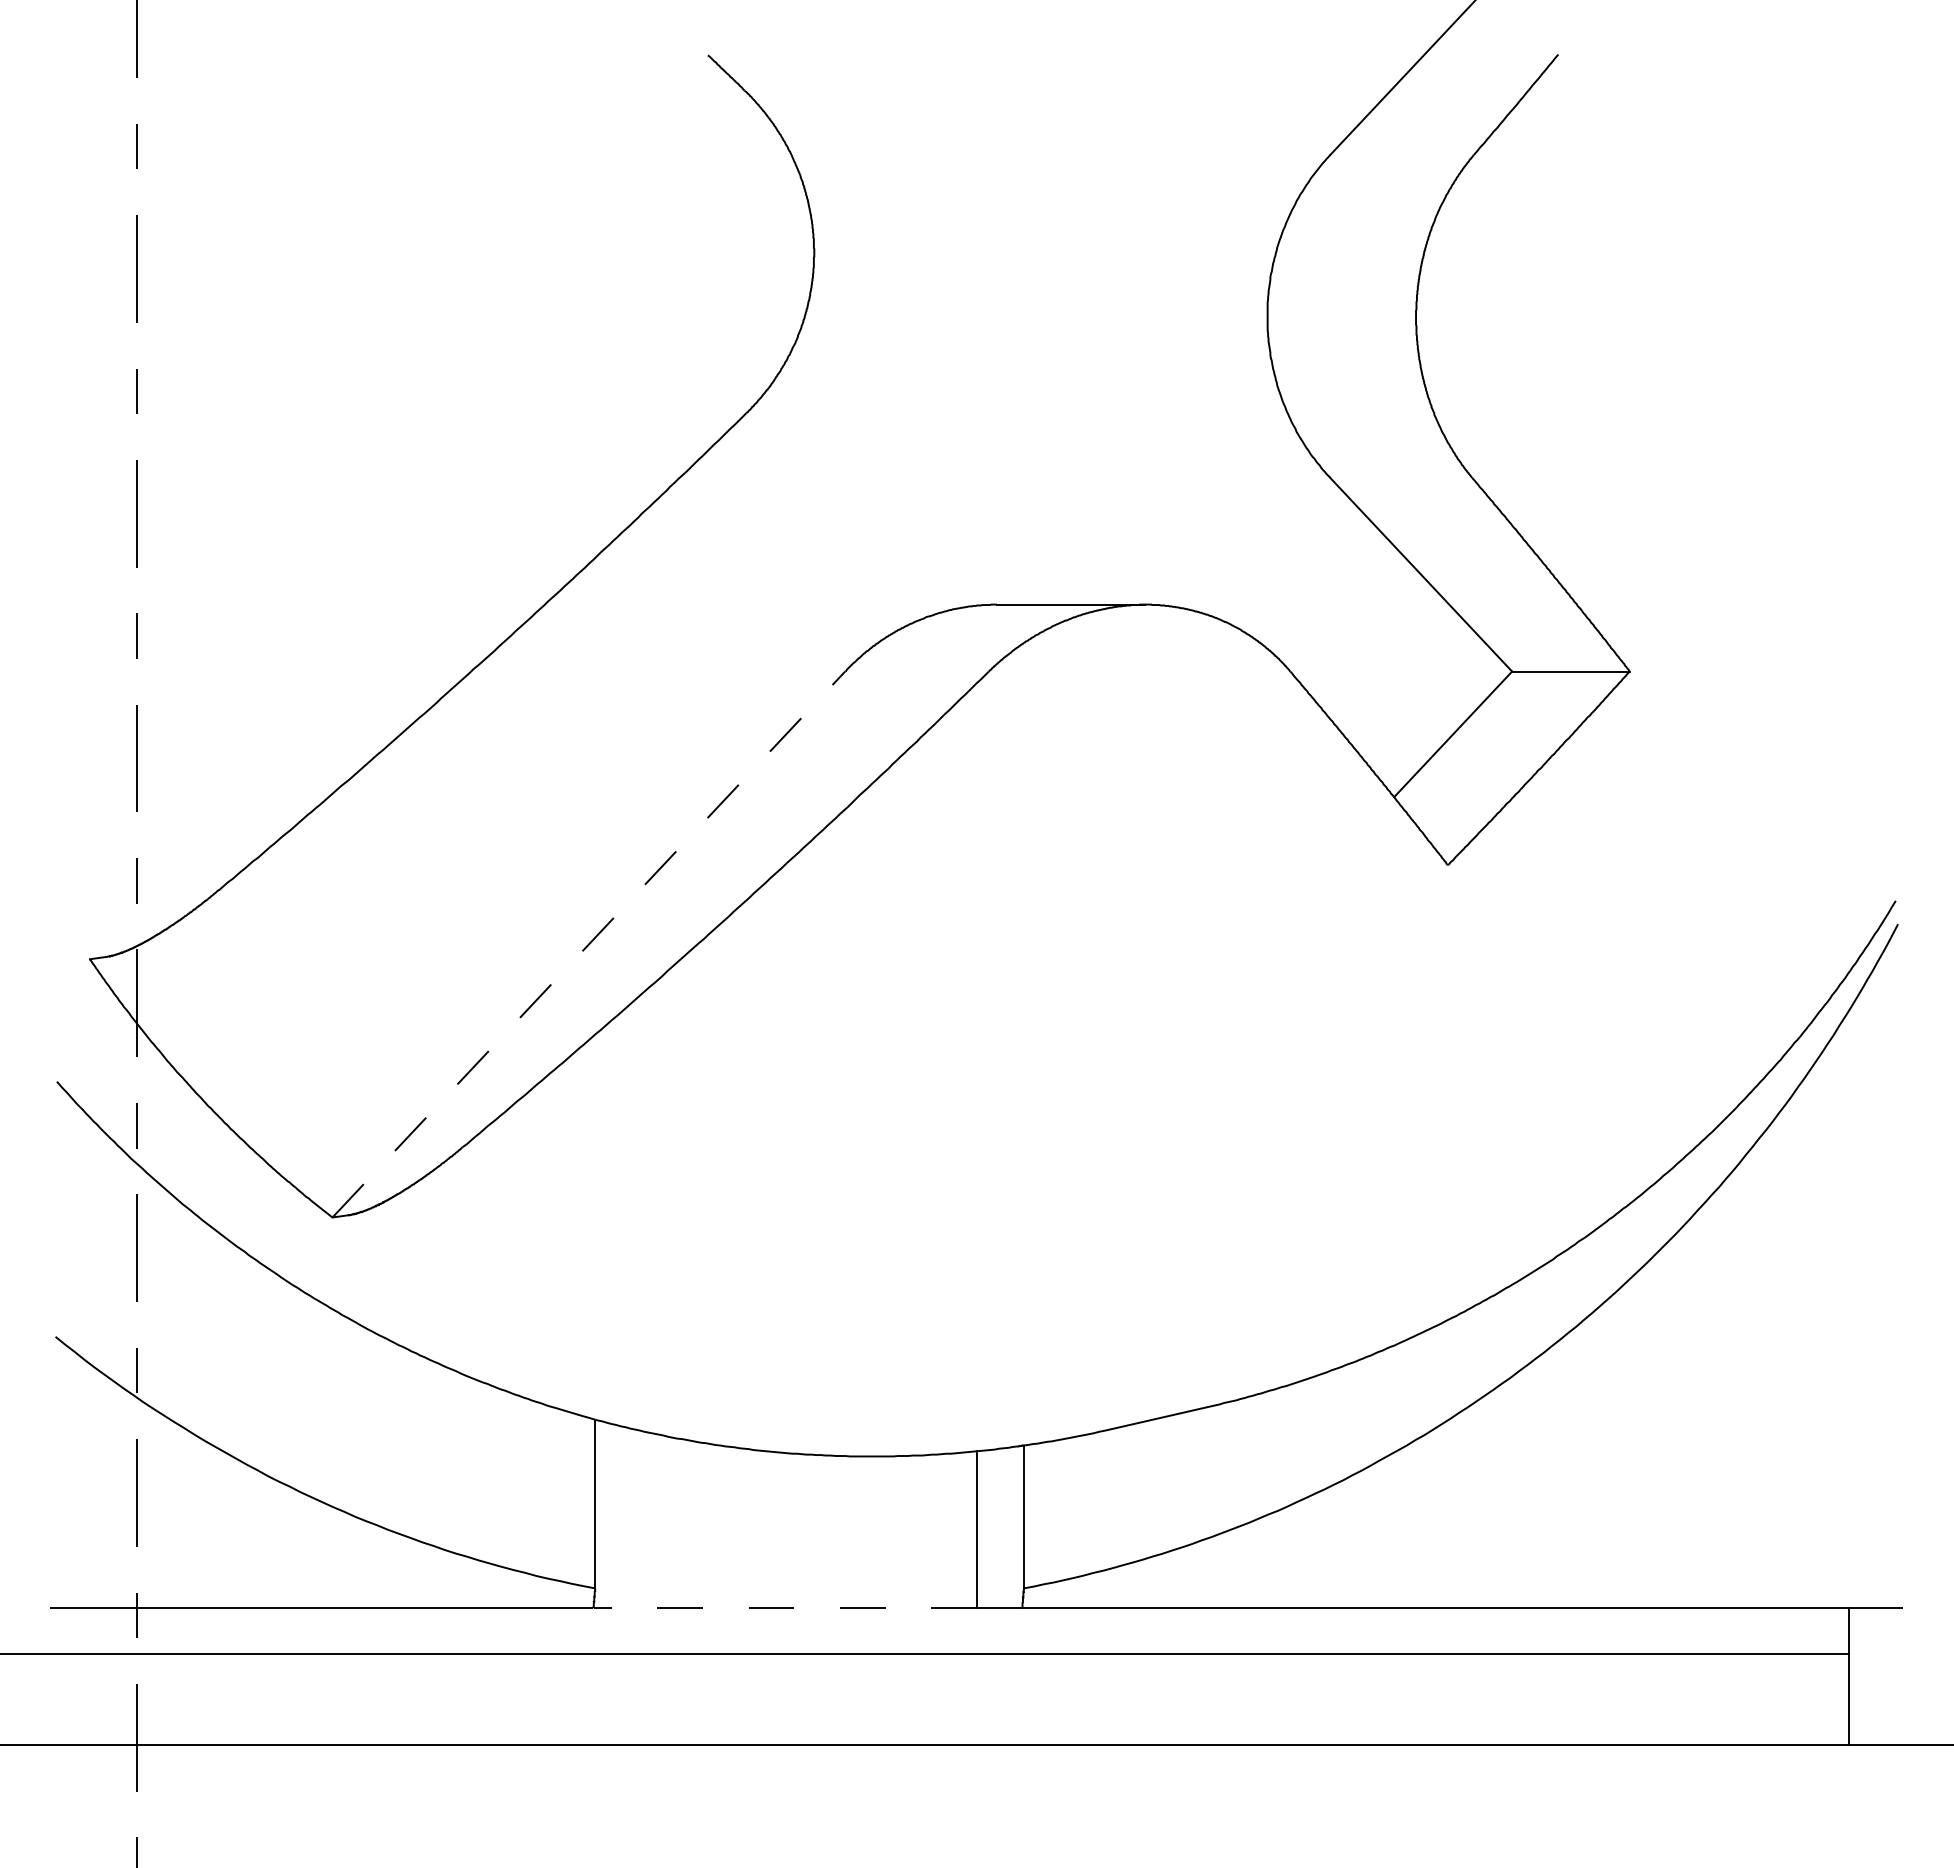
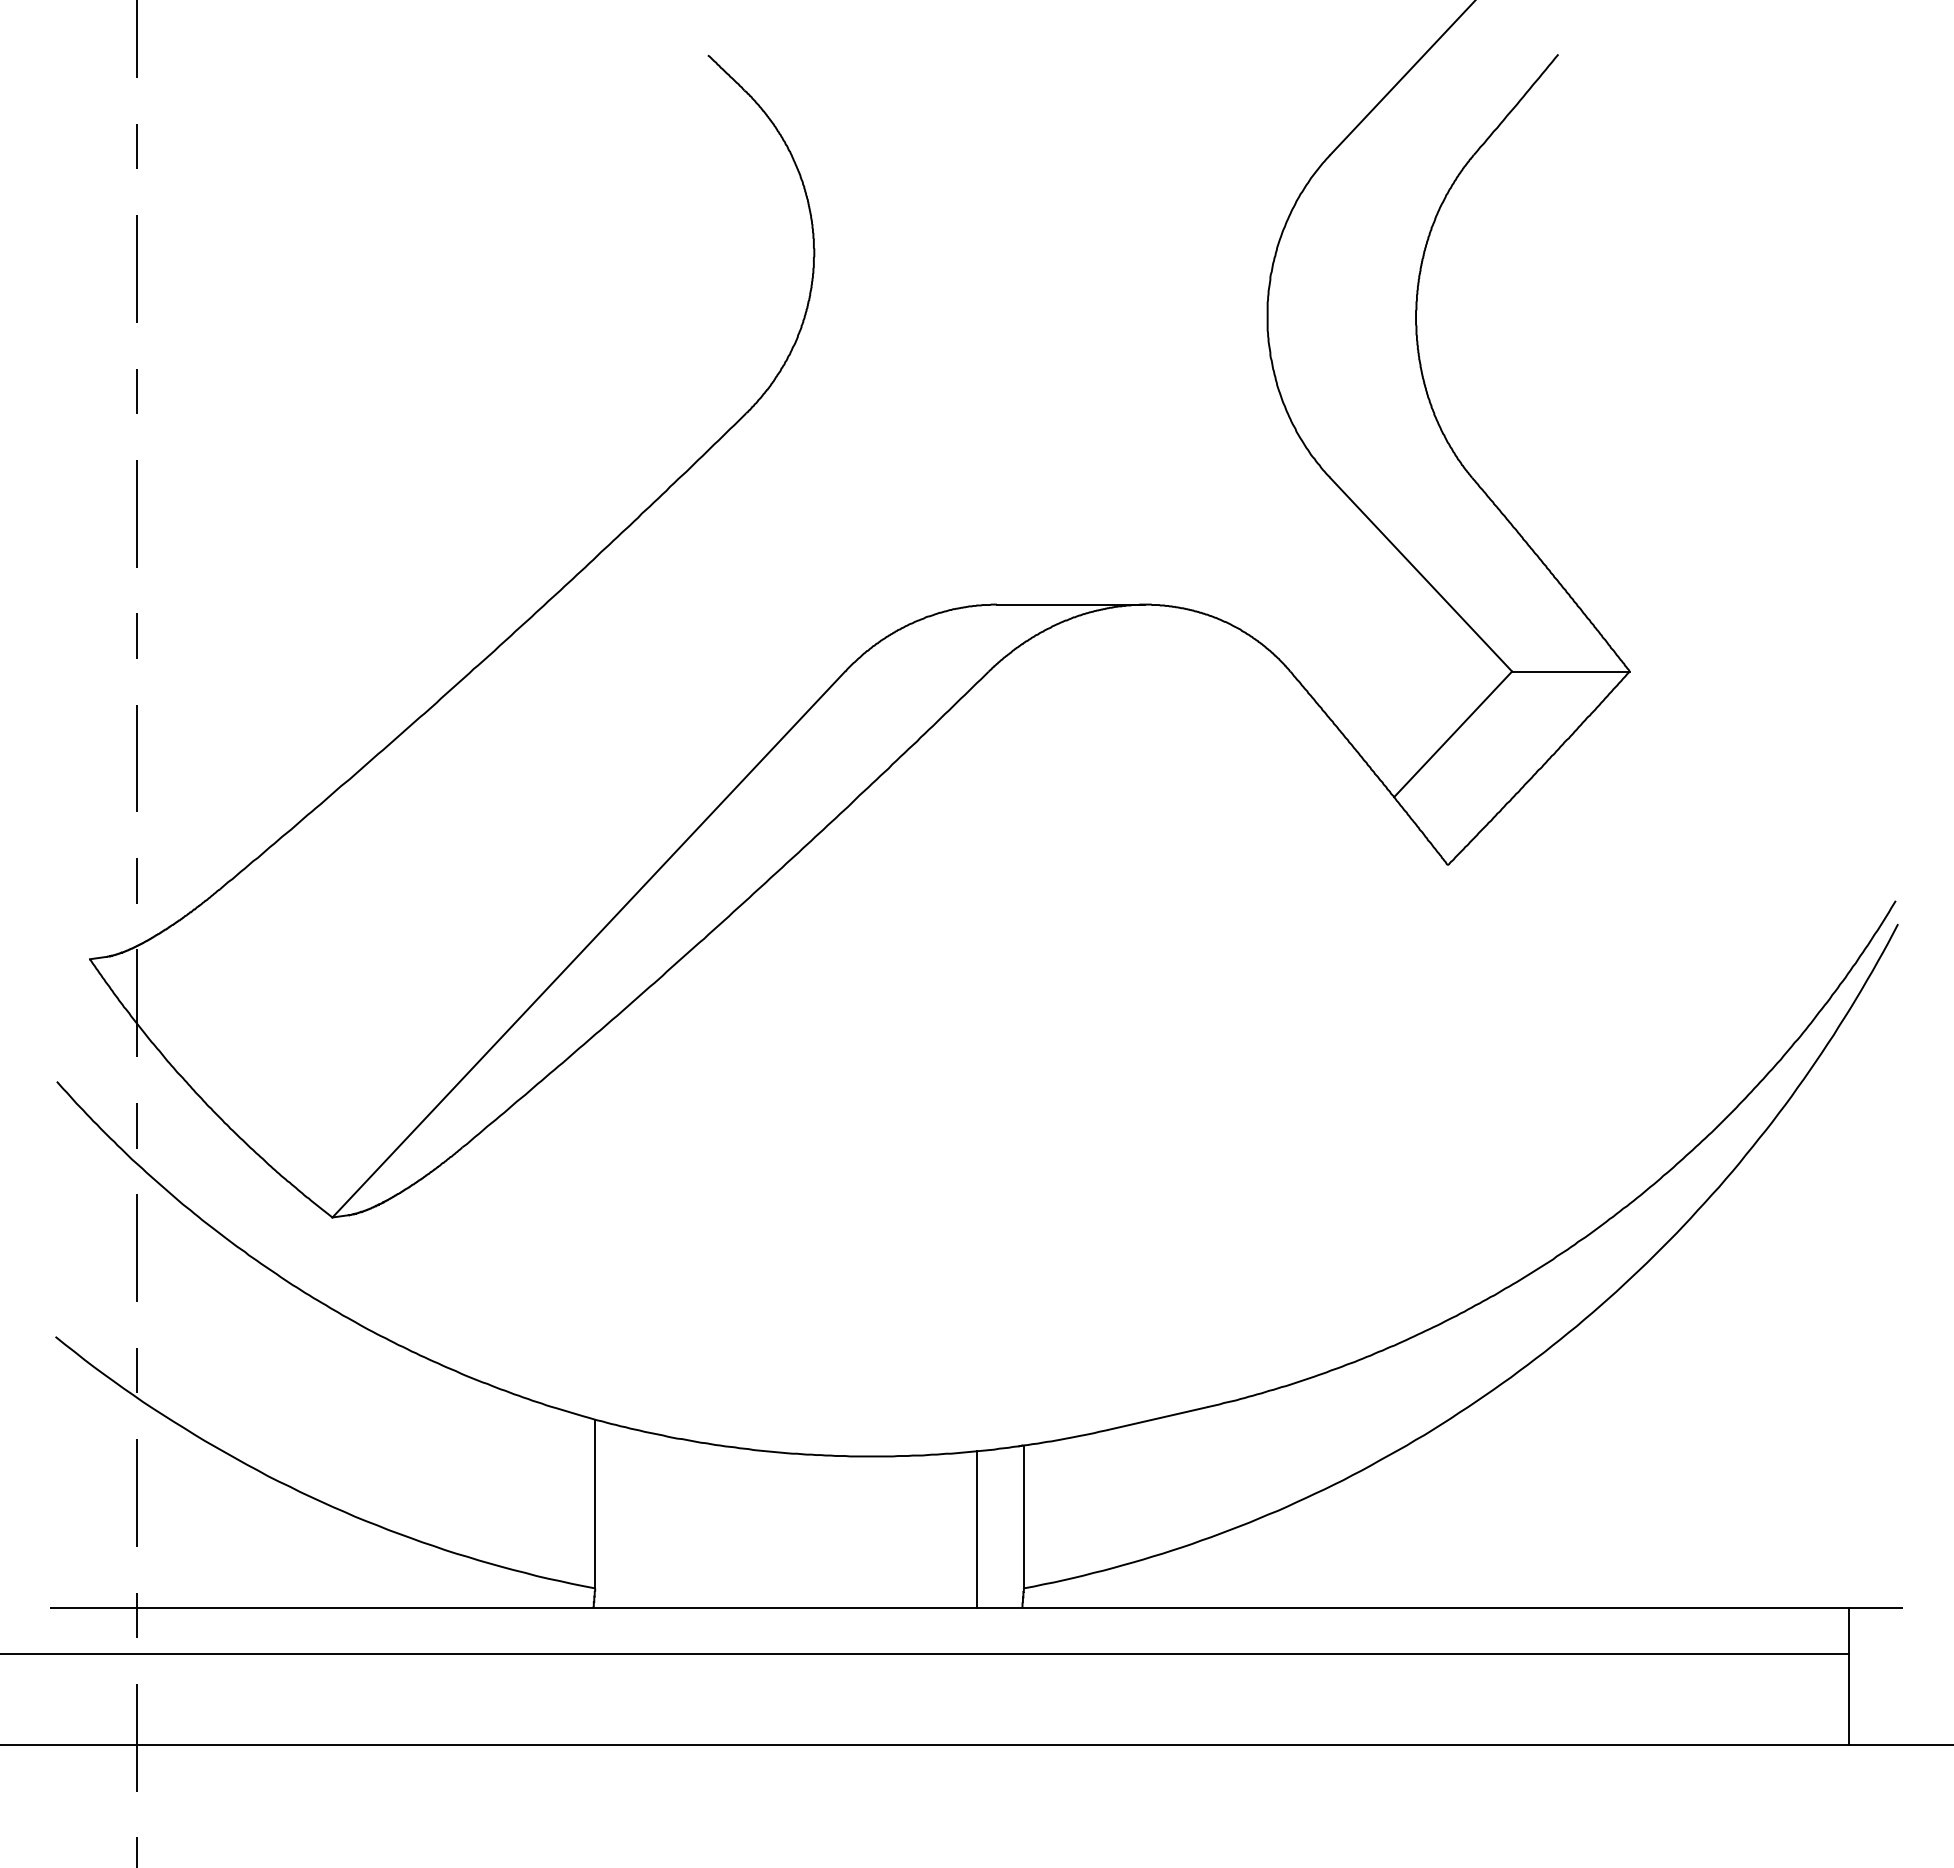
line at (589, 944): dashed -> solid
line at (785, 1608): dashed -> solid
